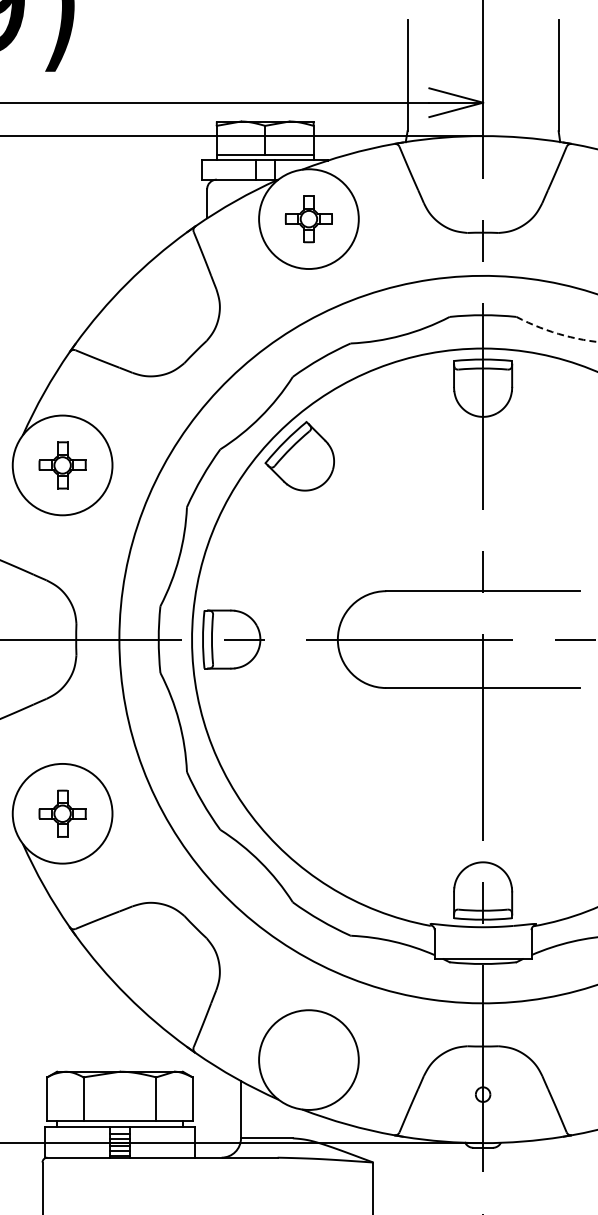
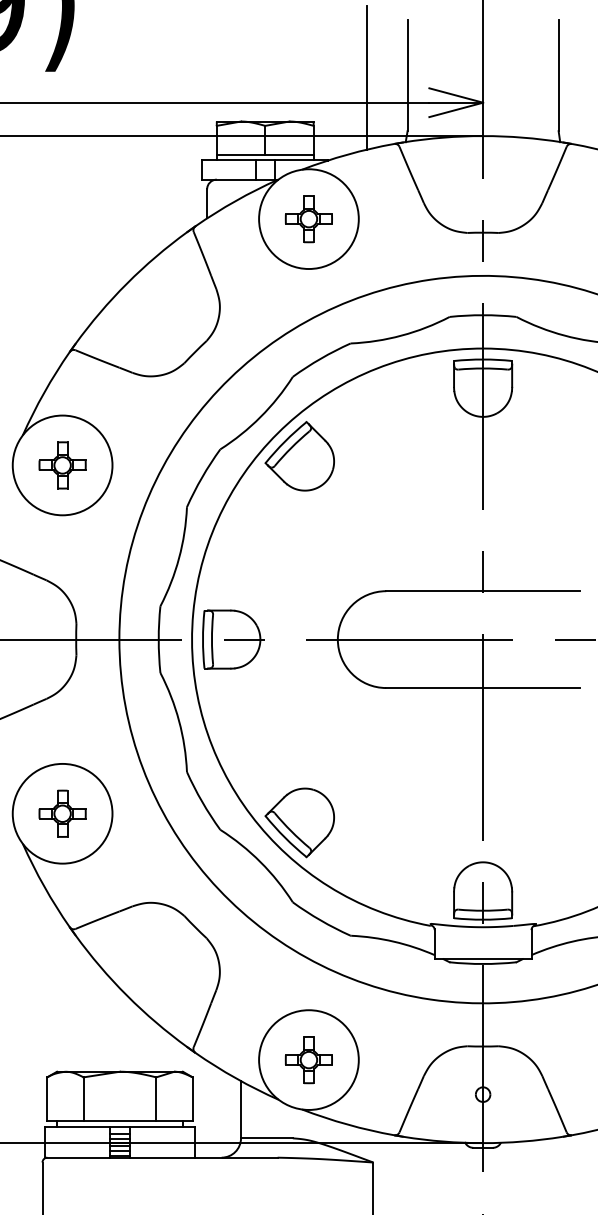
line at (366, 77): none -> present
arc at (556, 333): dashed -> solid
part at (299, 822): none -> present
part at (308, 1060): none -> present
